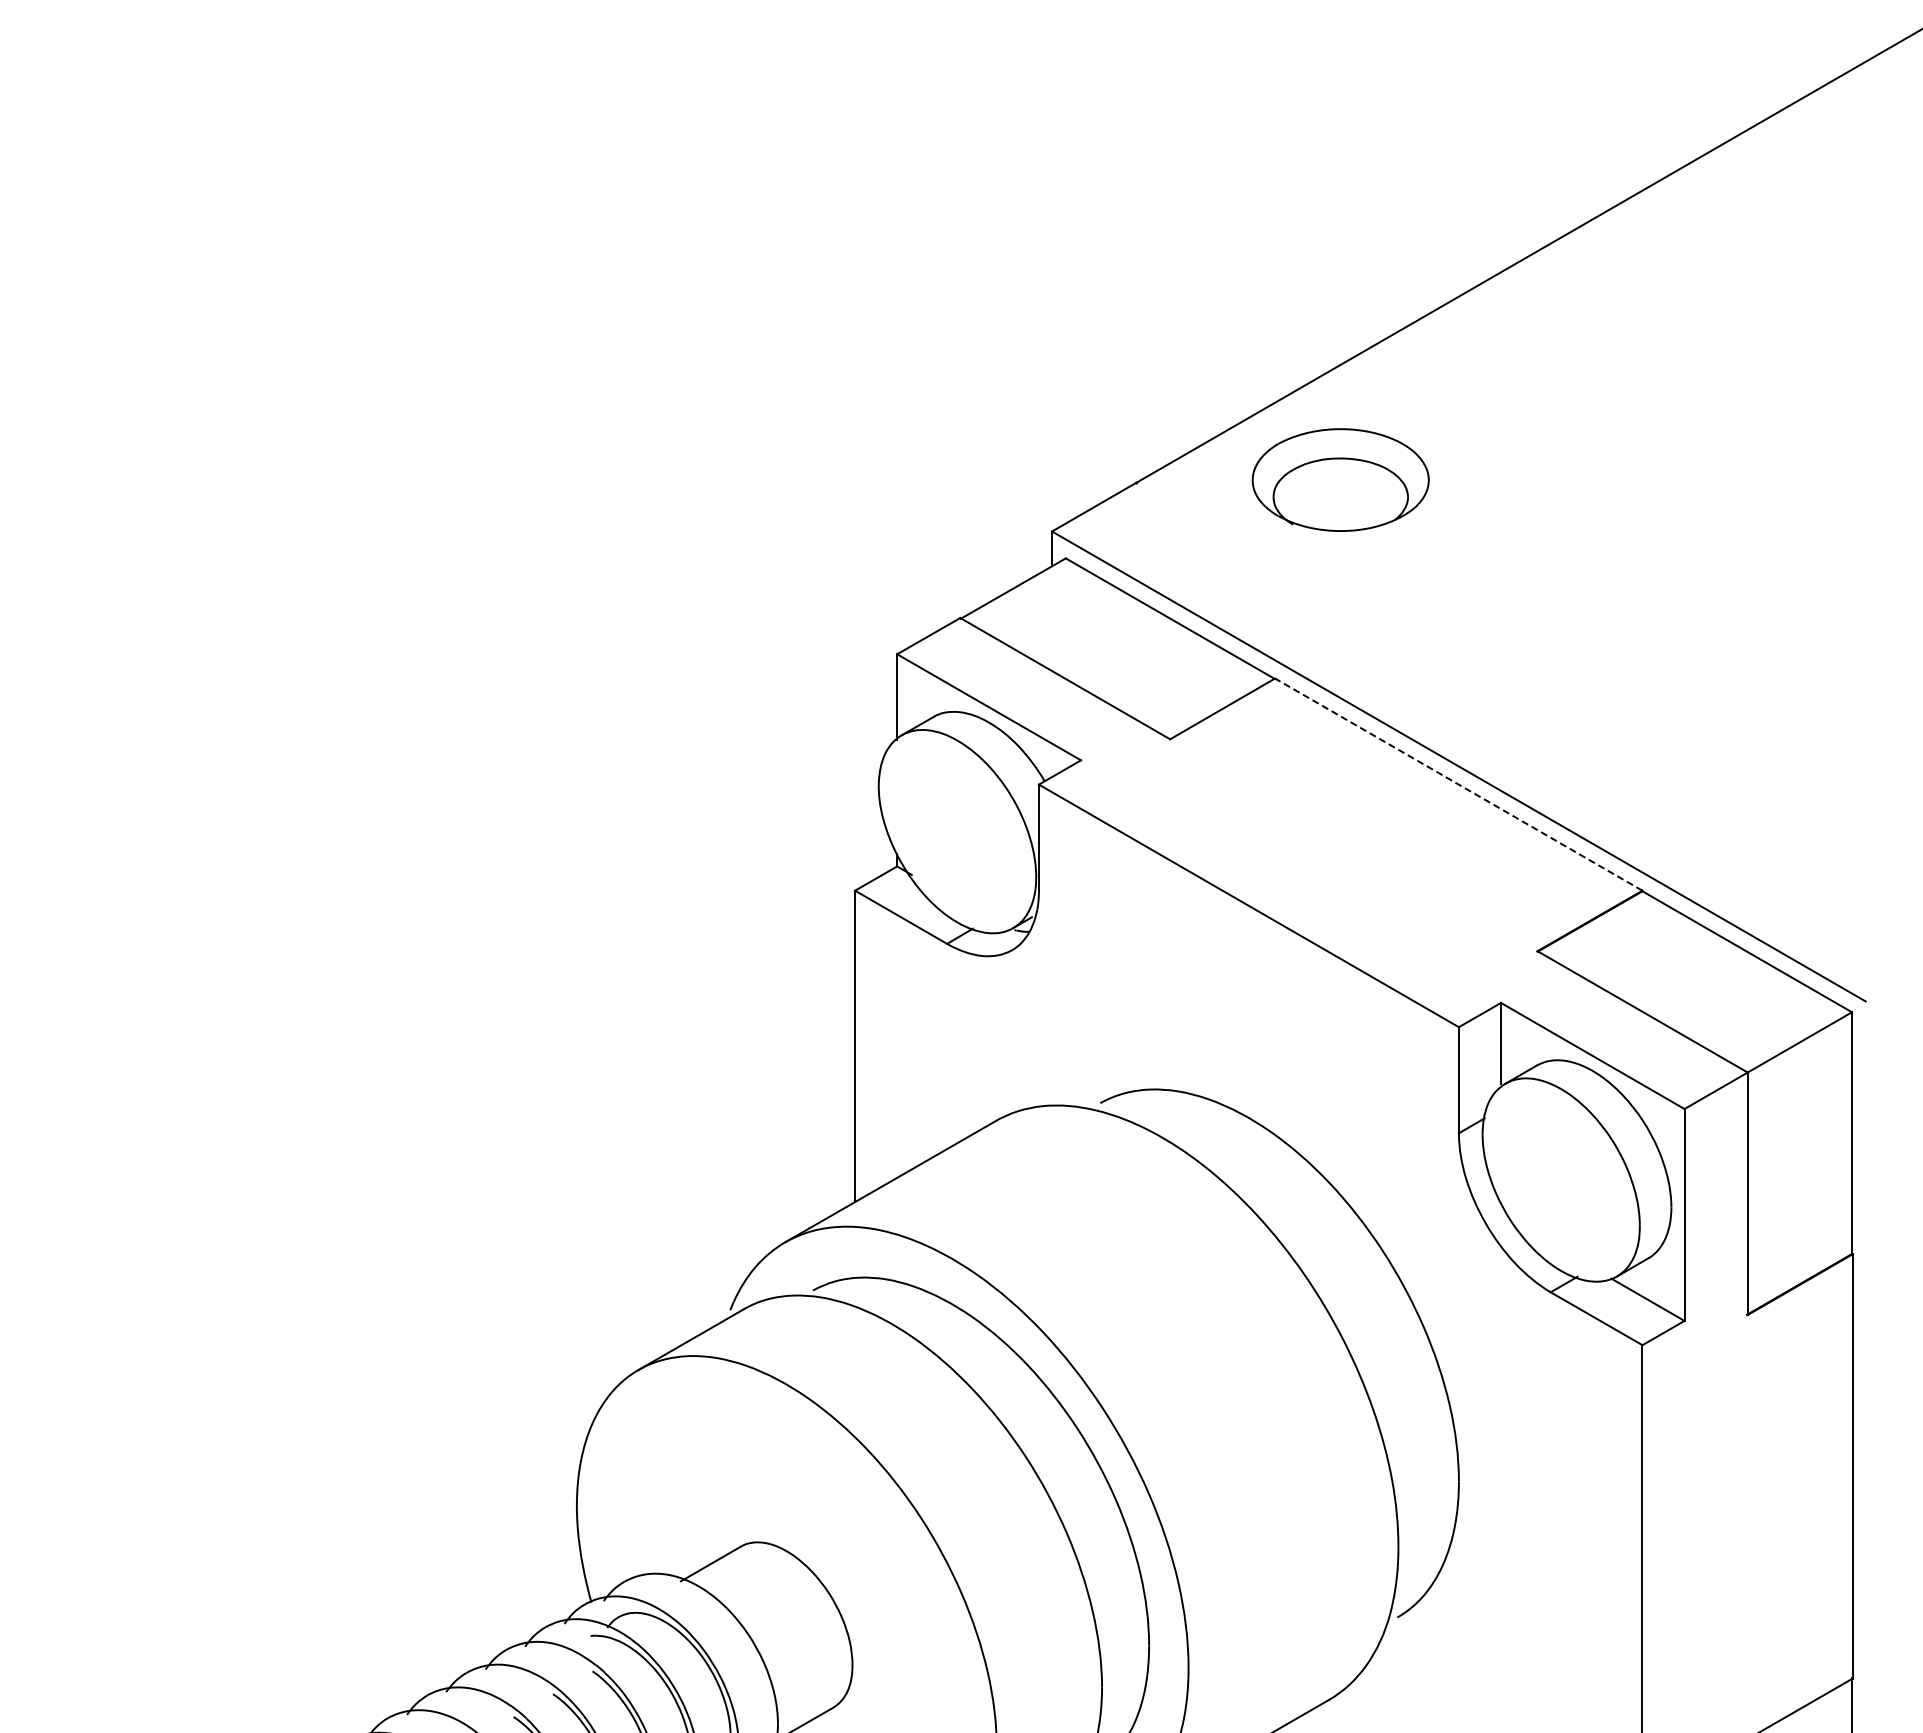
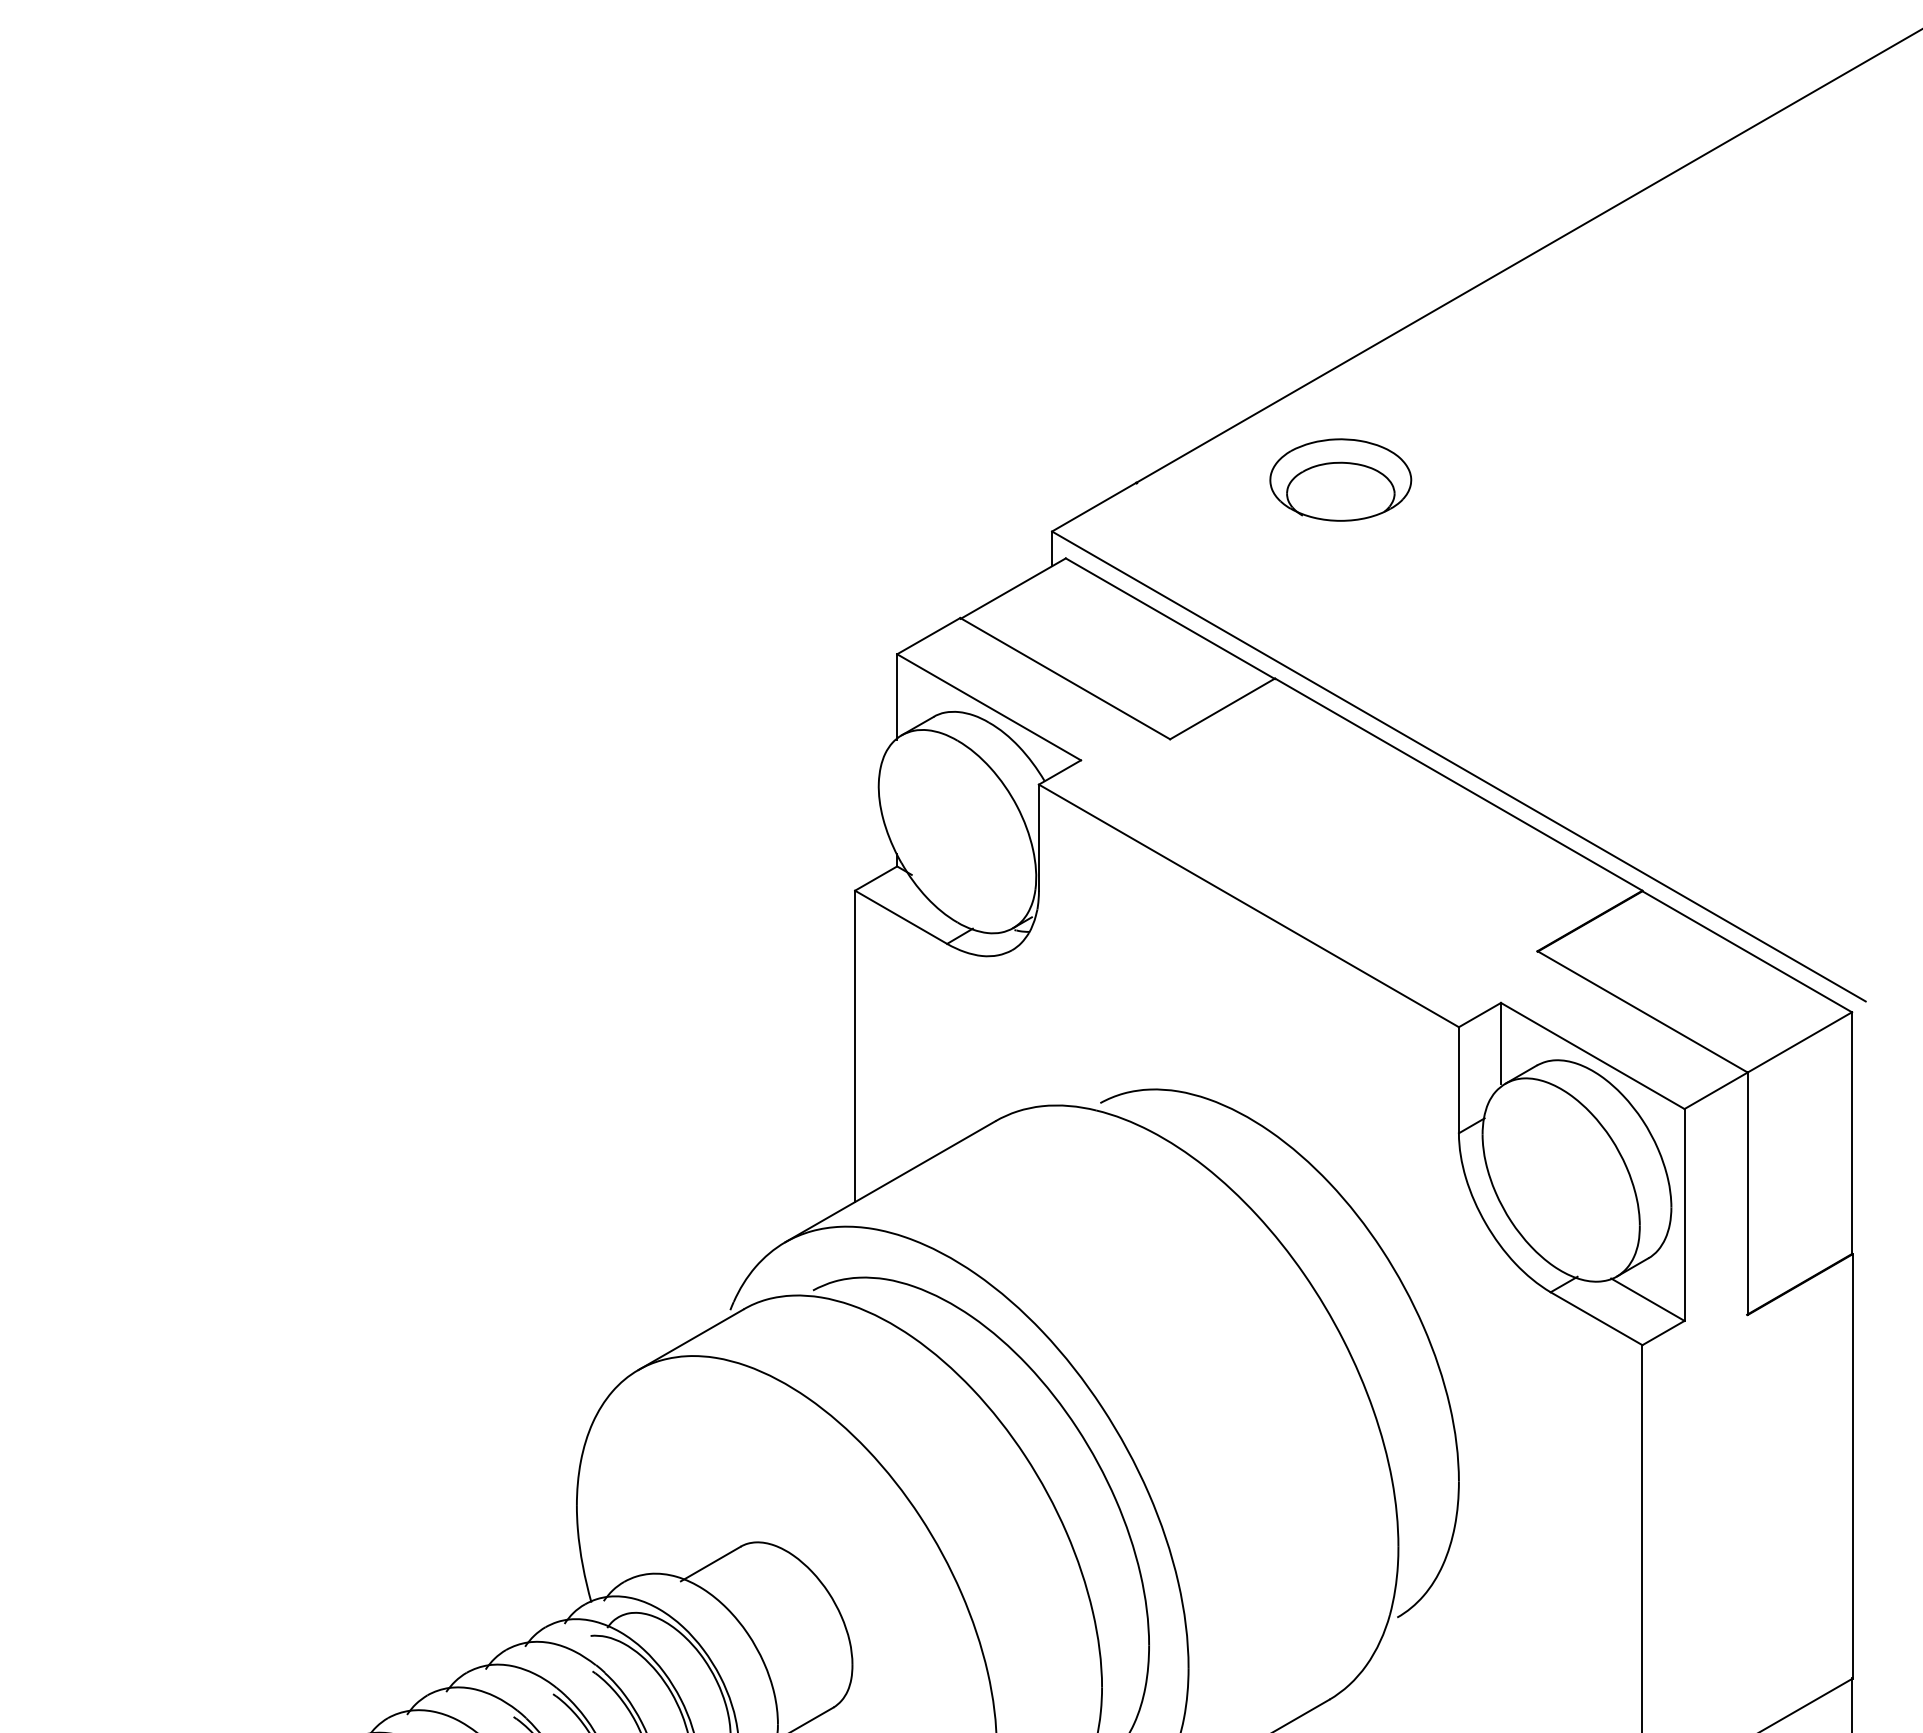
part at (1340, 479) size: 179x104 px -> 144x84 px
line at (1458, 784): dashed -> solid
